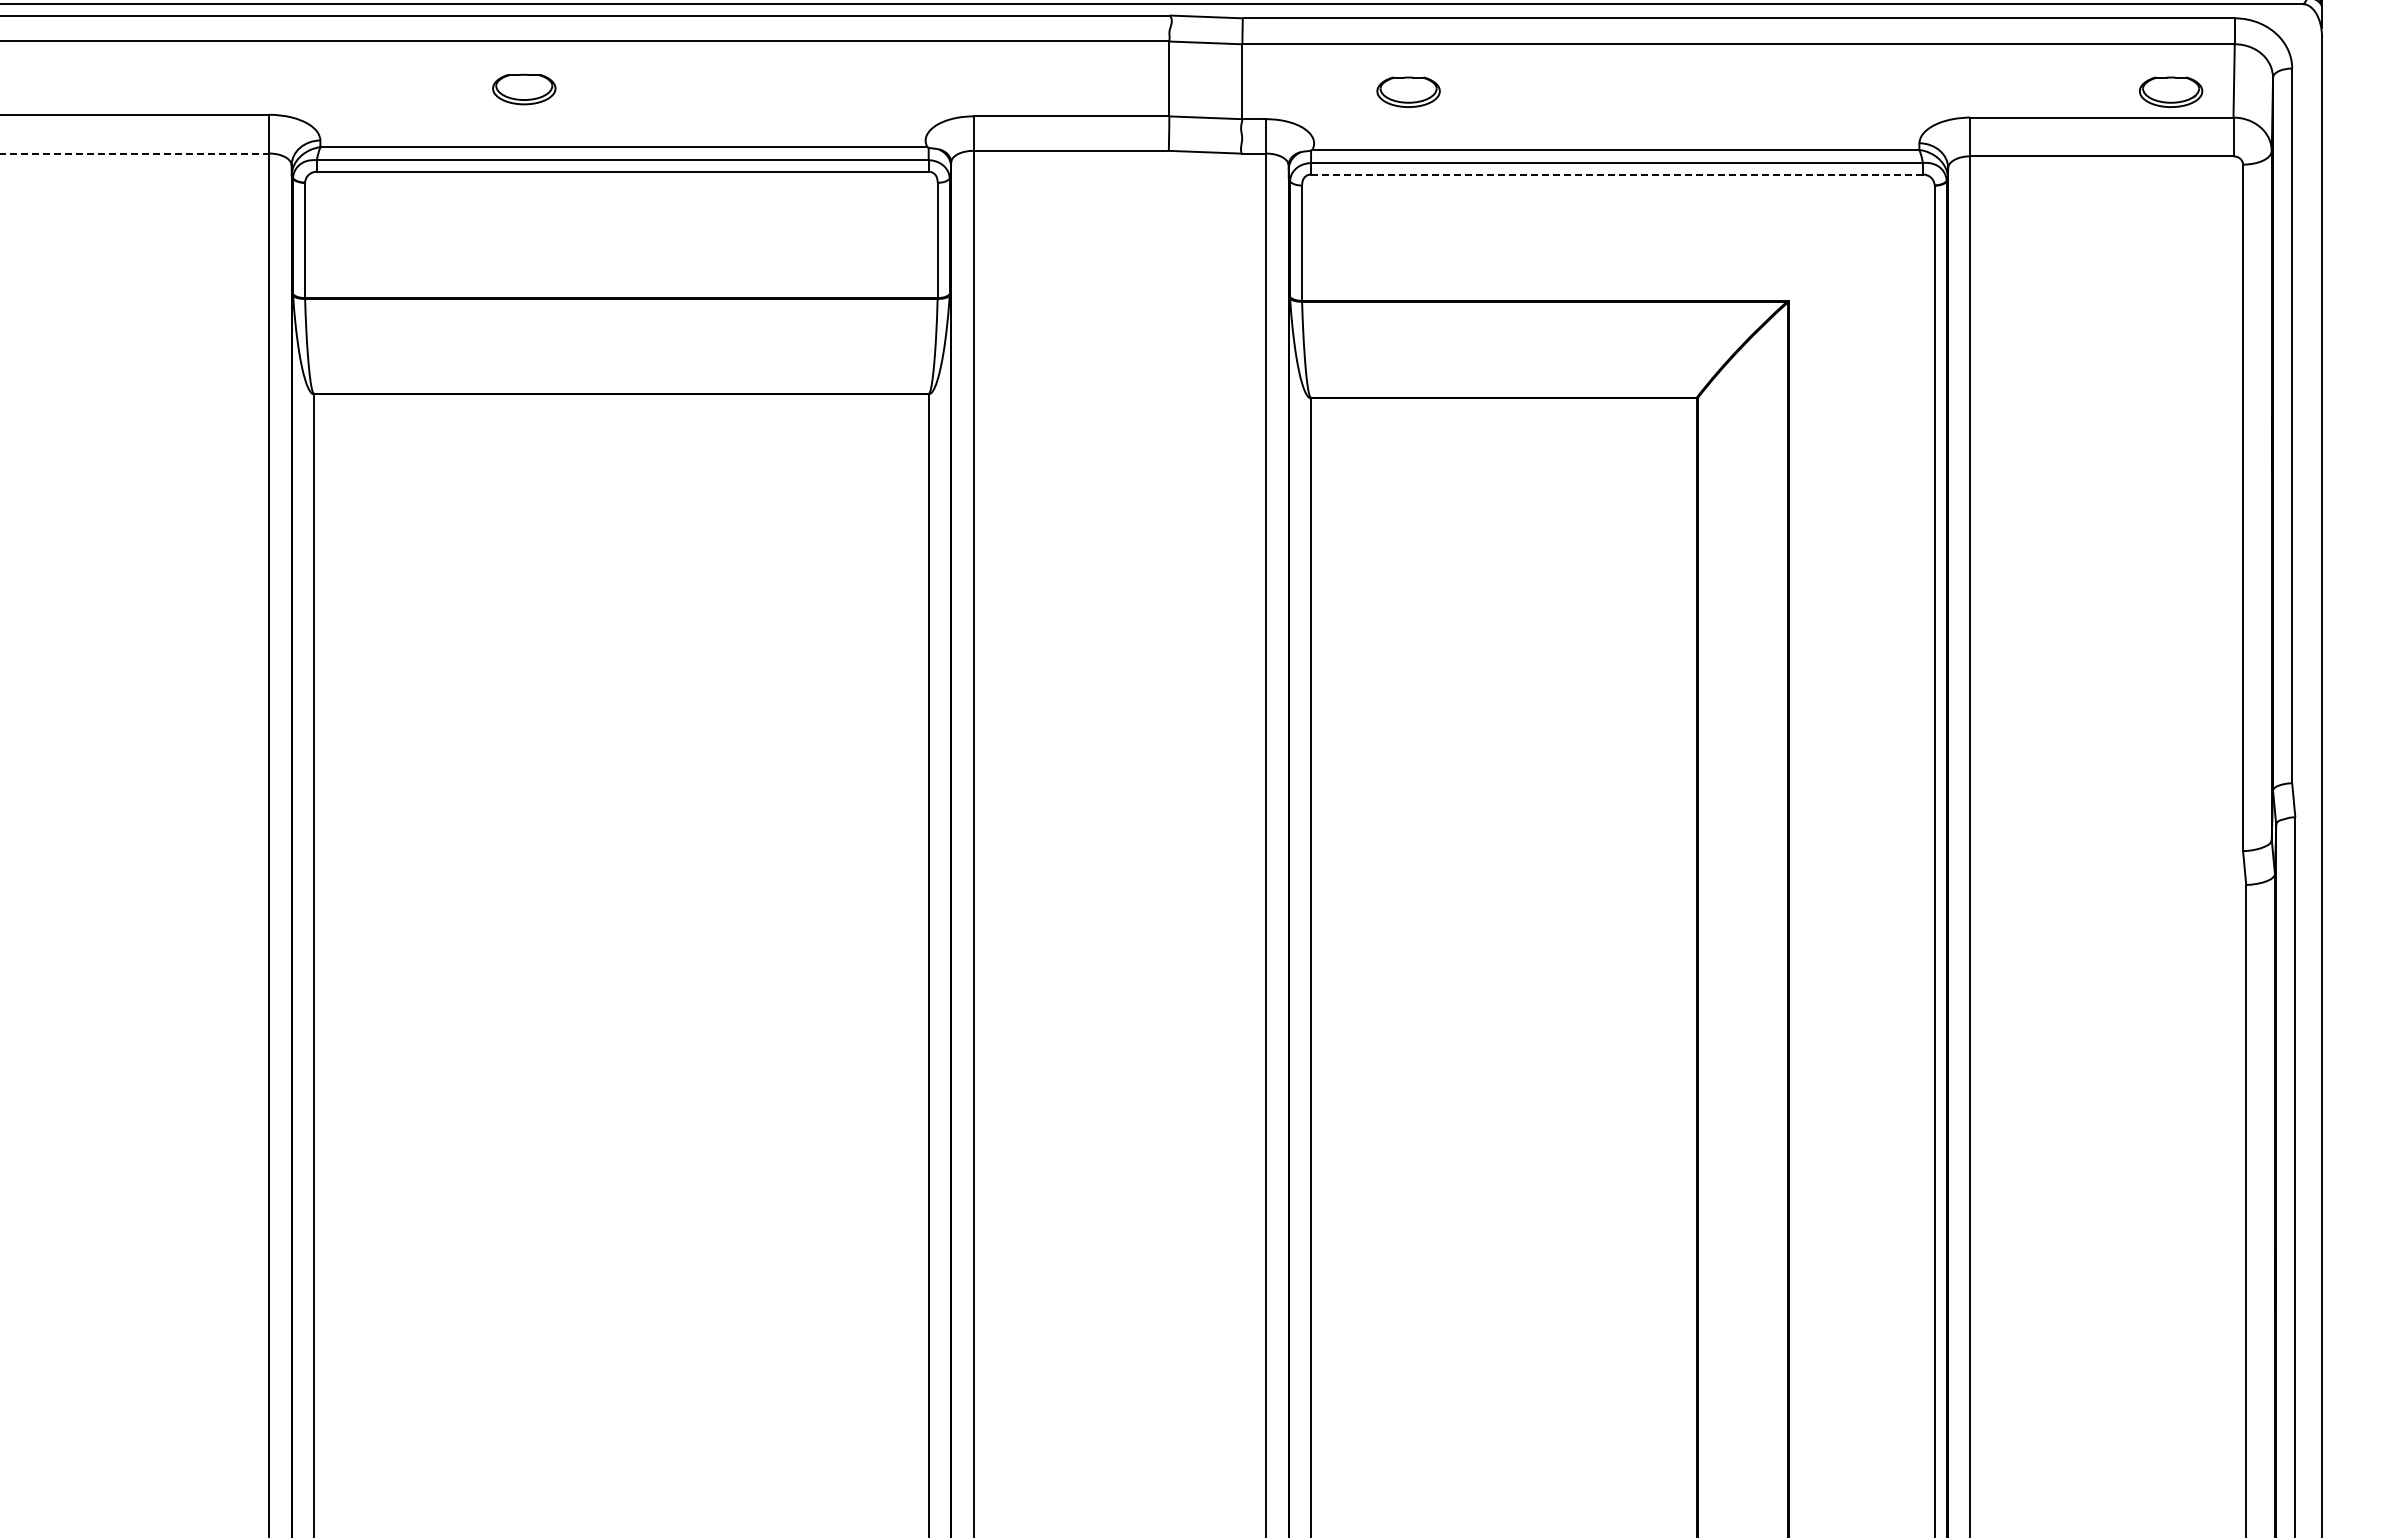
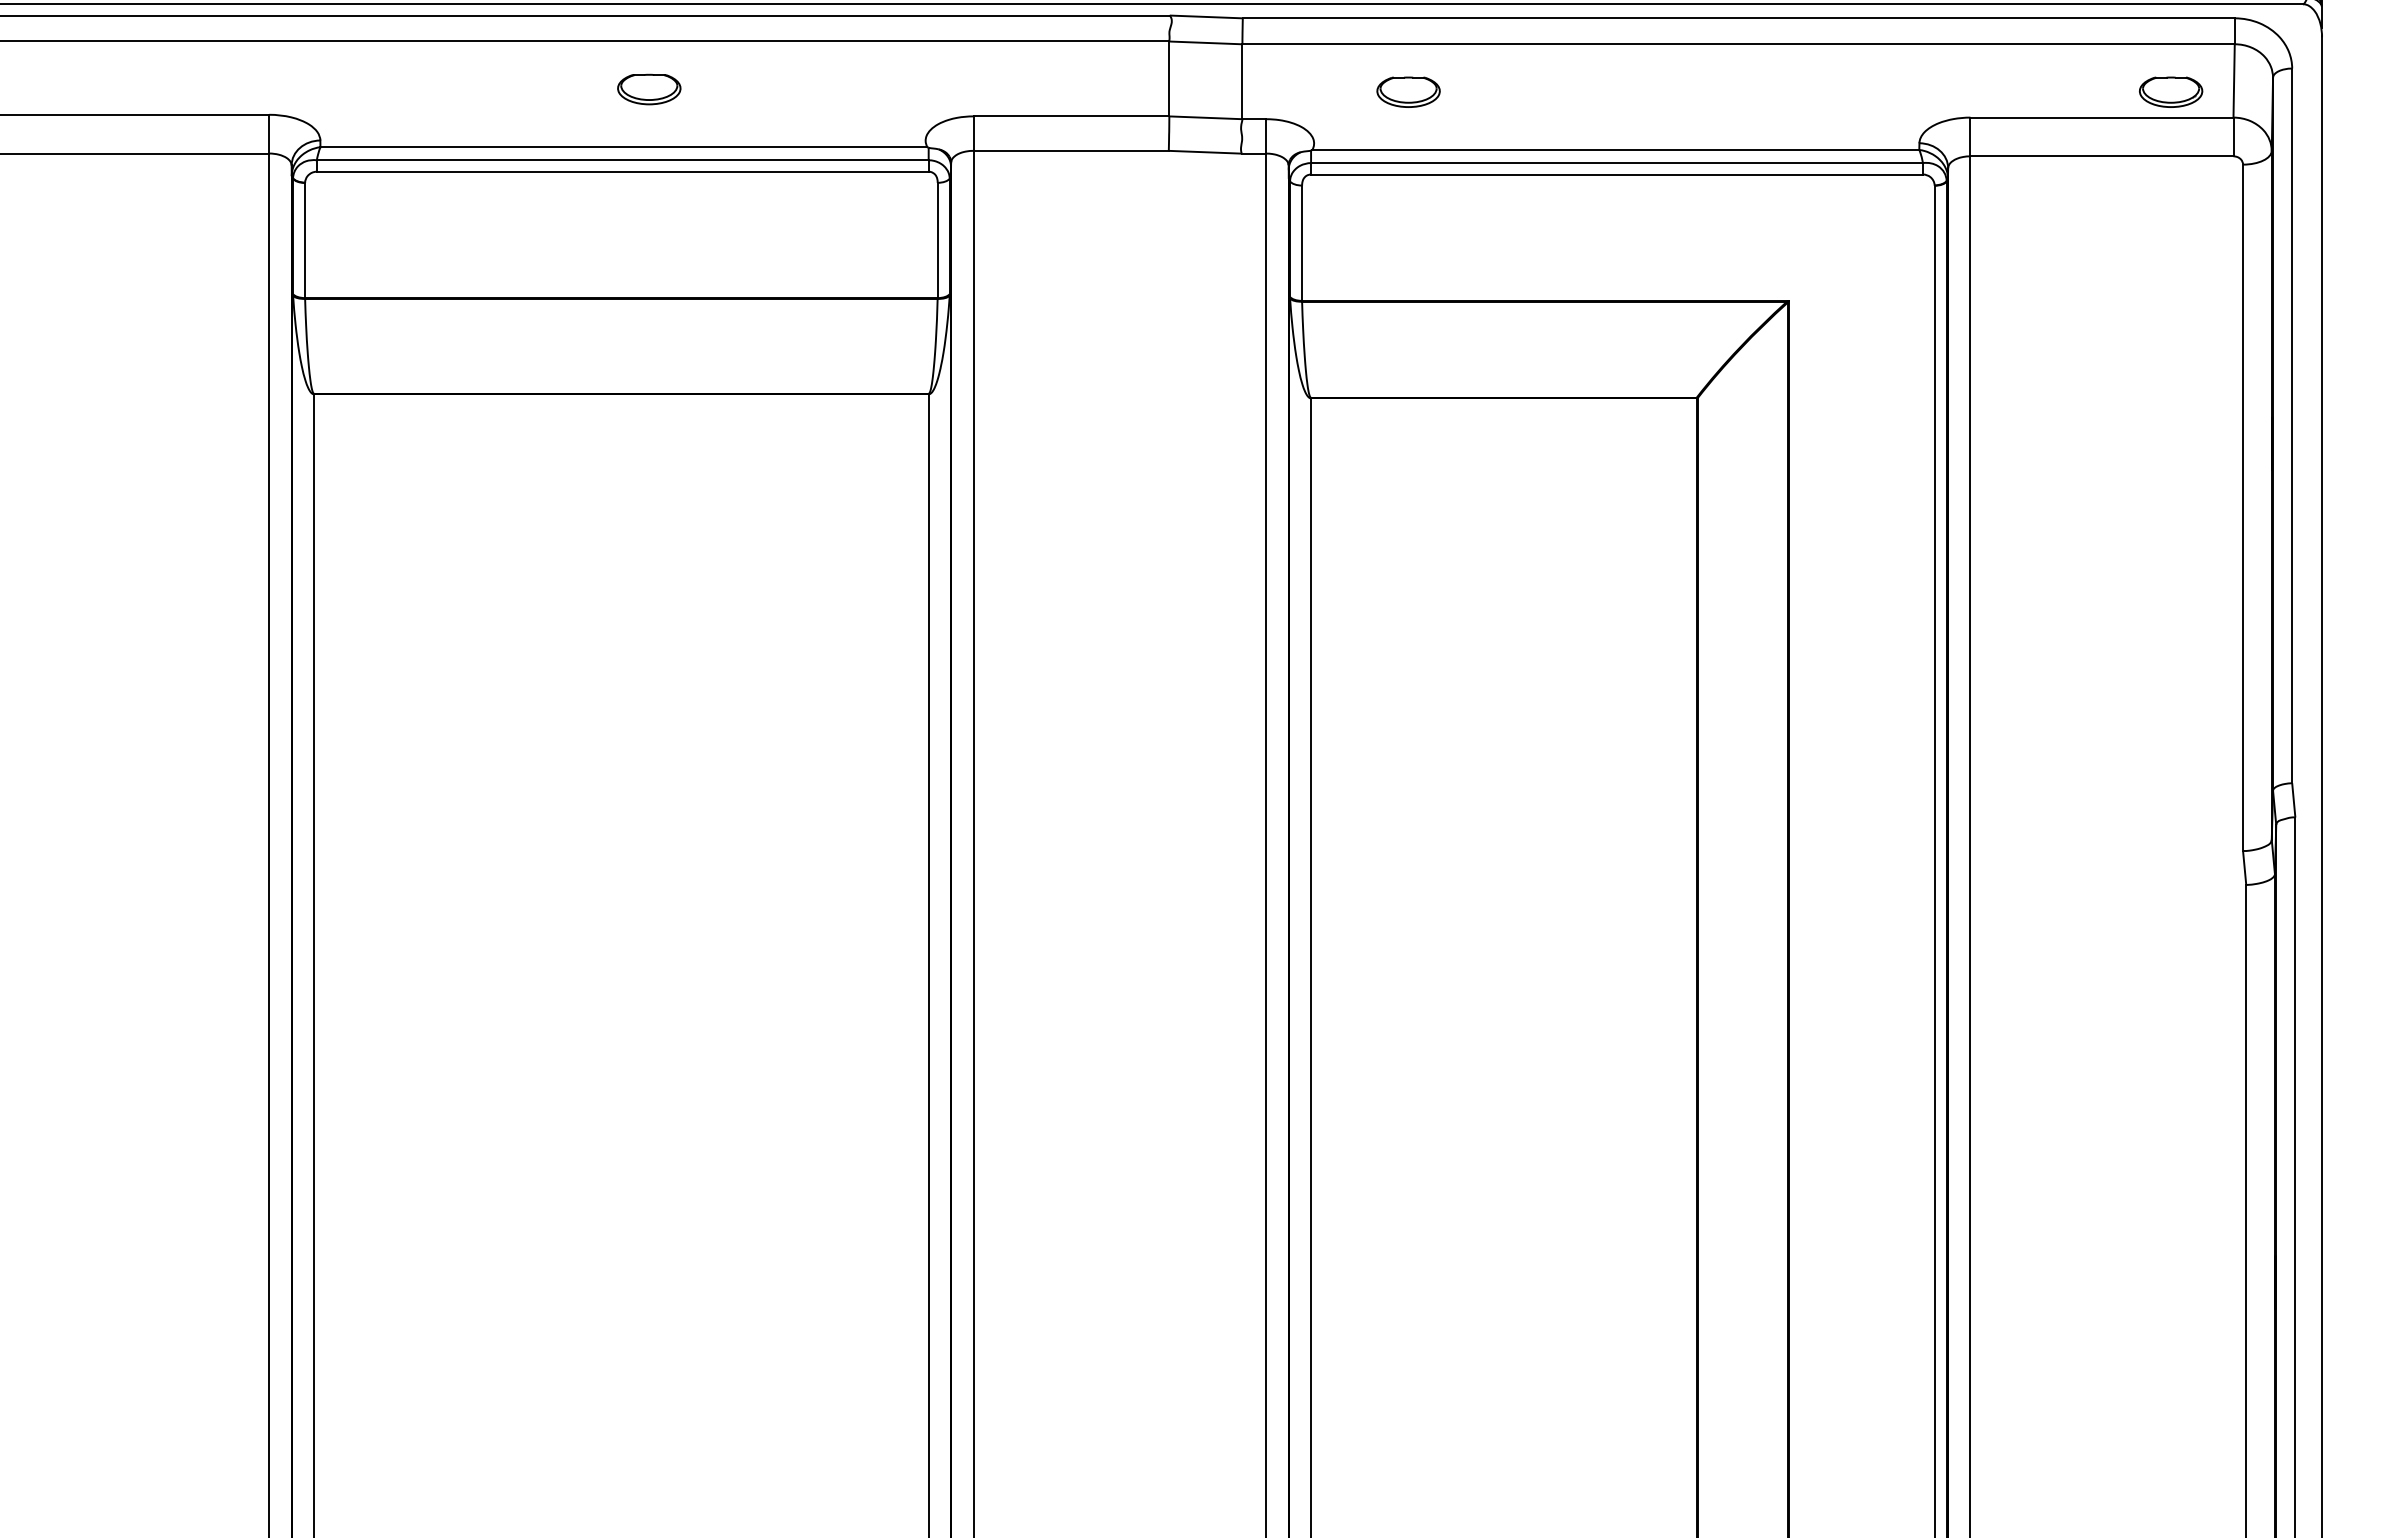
part at (524, 89) position: (524, 89) -> (649, 89)
line at (135, 153): dashed -> solid
line at (1617, 174): dashed -> solid
